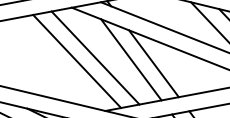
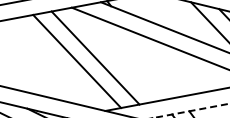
line at (131, 59): present -> none
line at (153, 63): present -> none
line at (191, 110): solid -> dashed
